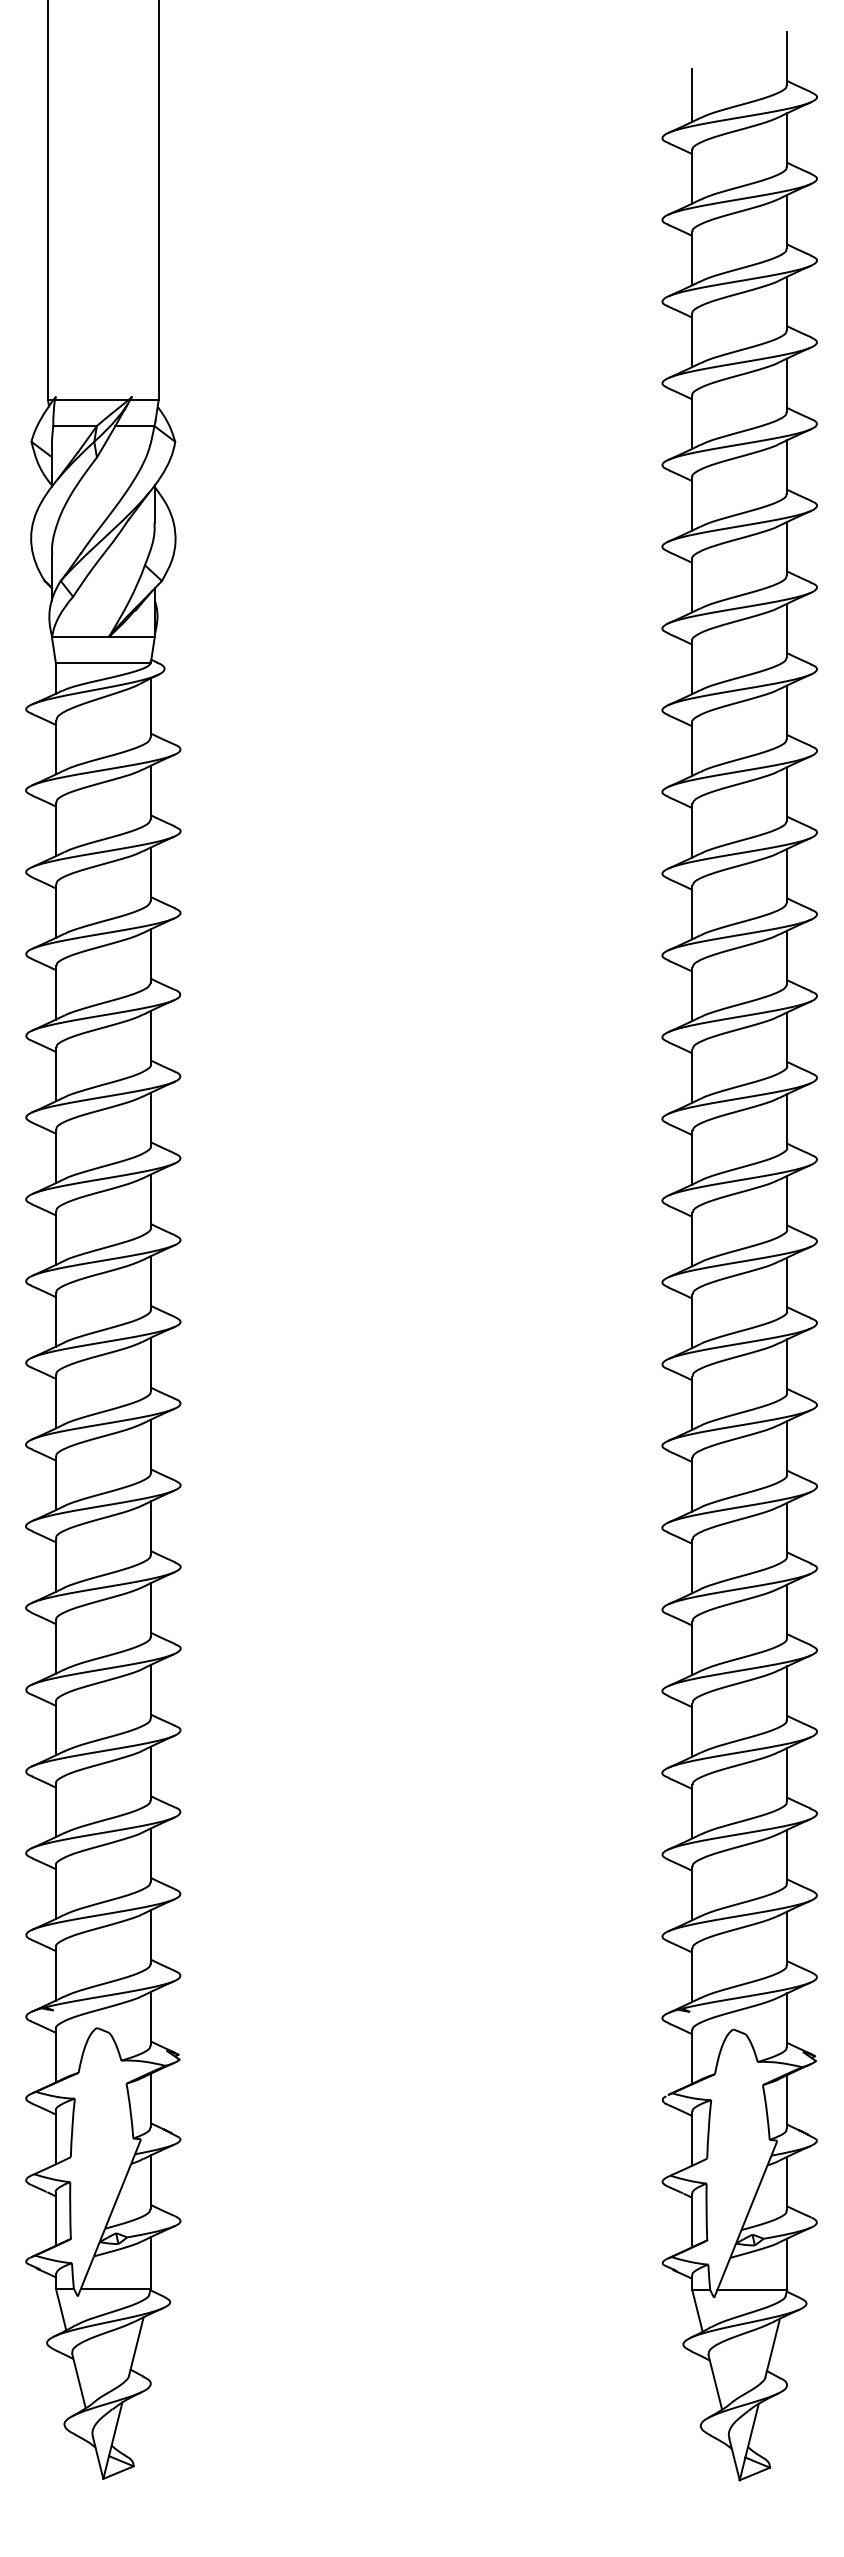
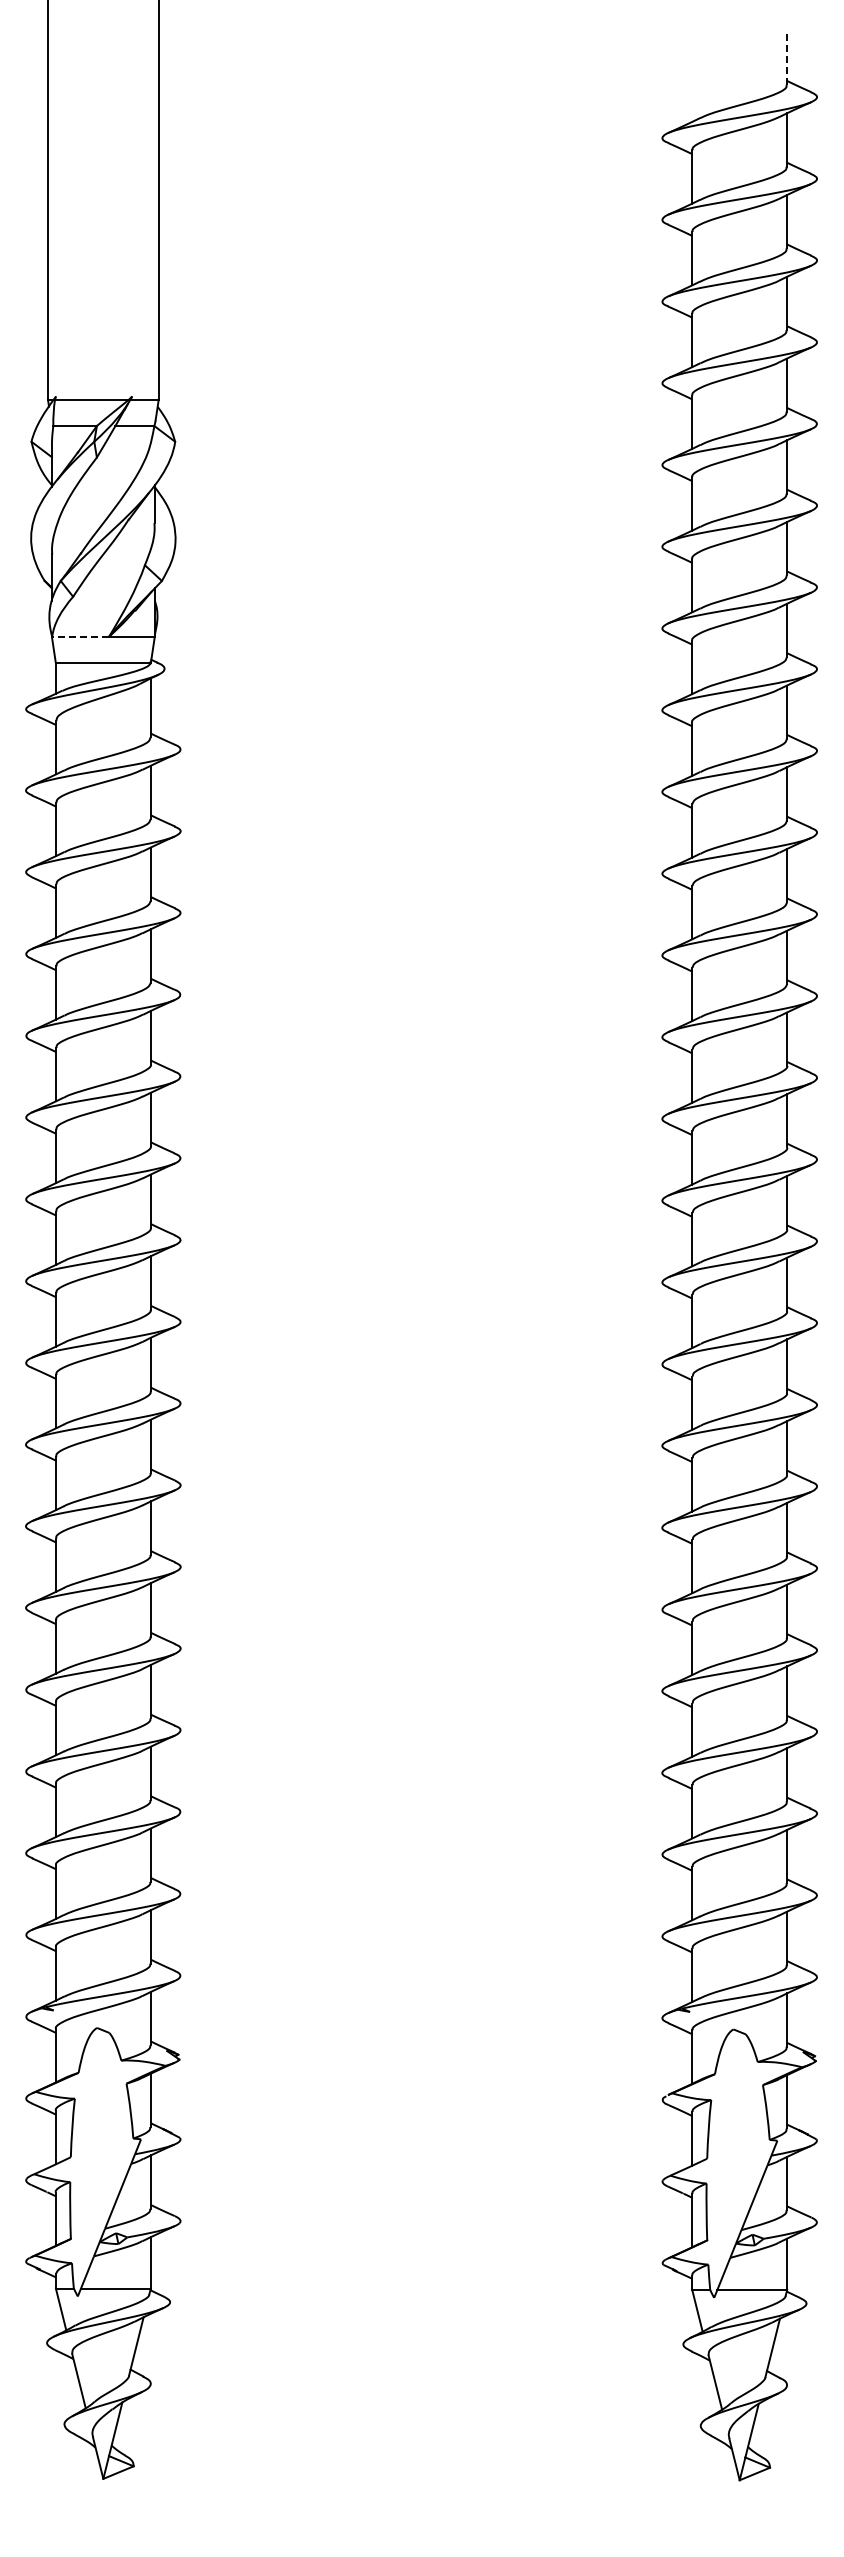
line at (787, 58): solid -> dashed
line at (692, 94): present -> none
line at (80, 637): solid -> dashed
